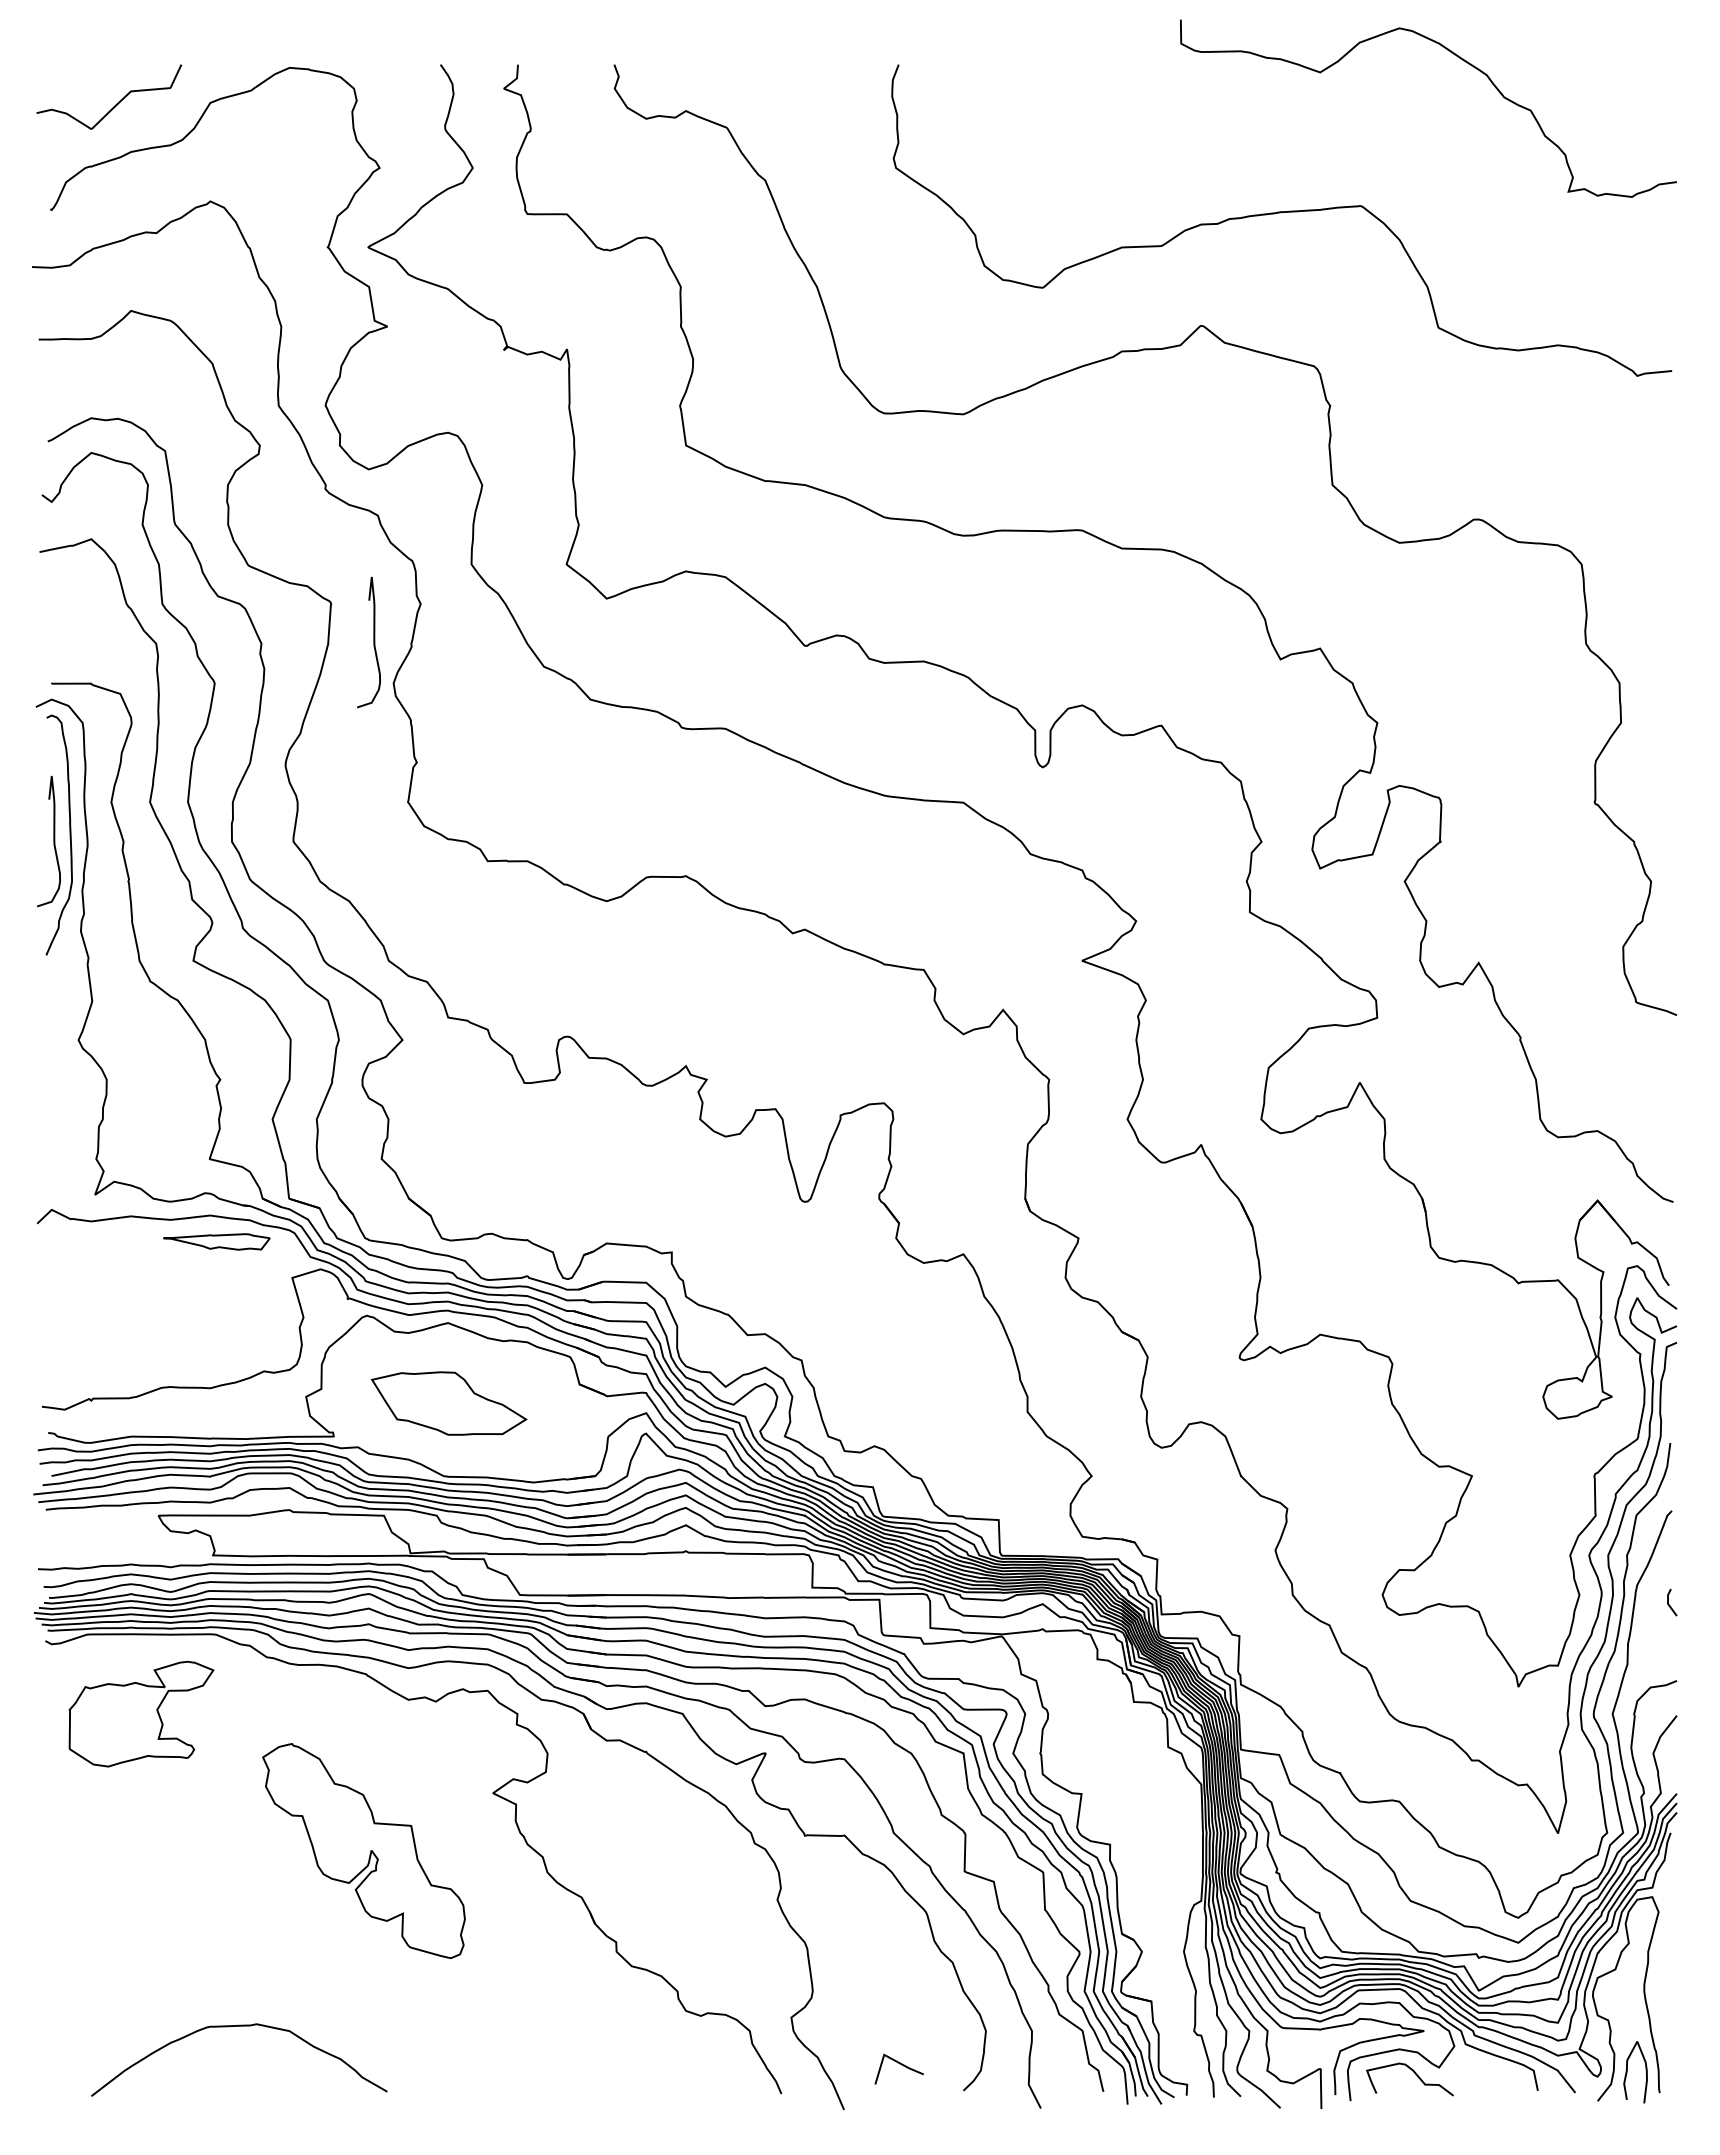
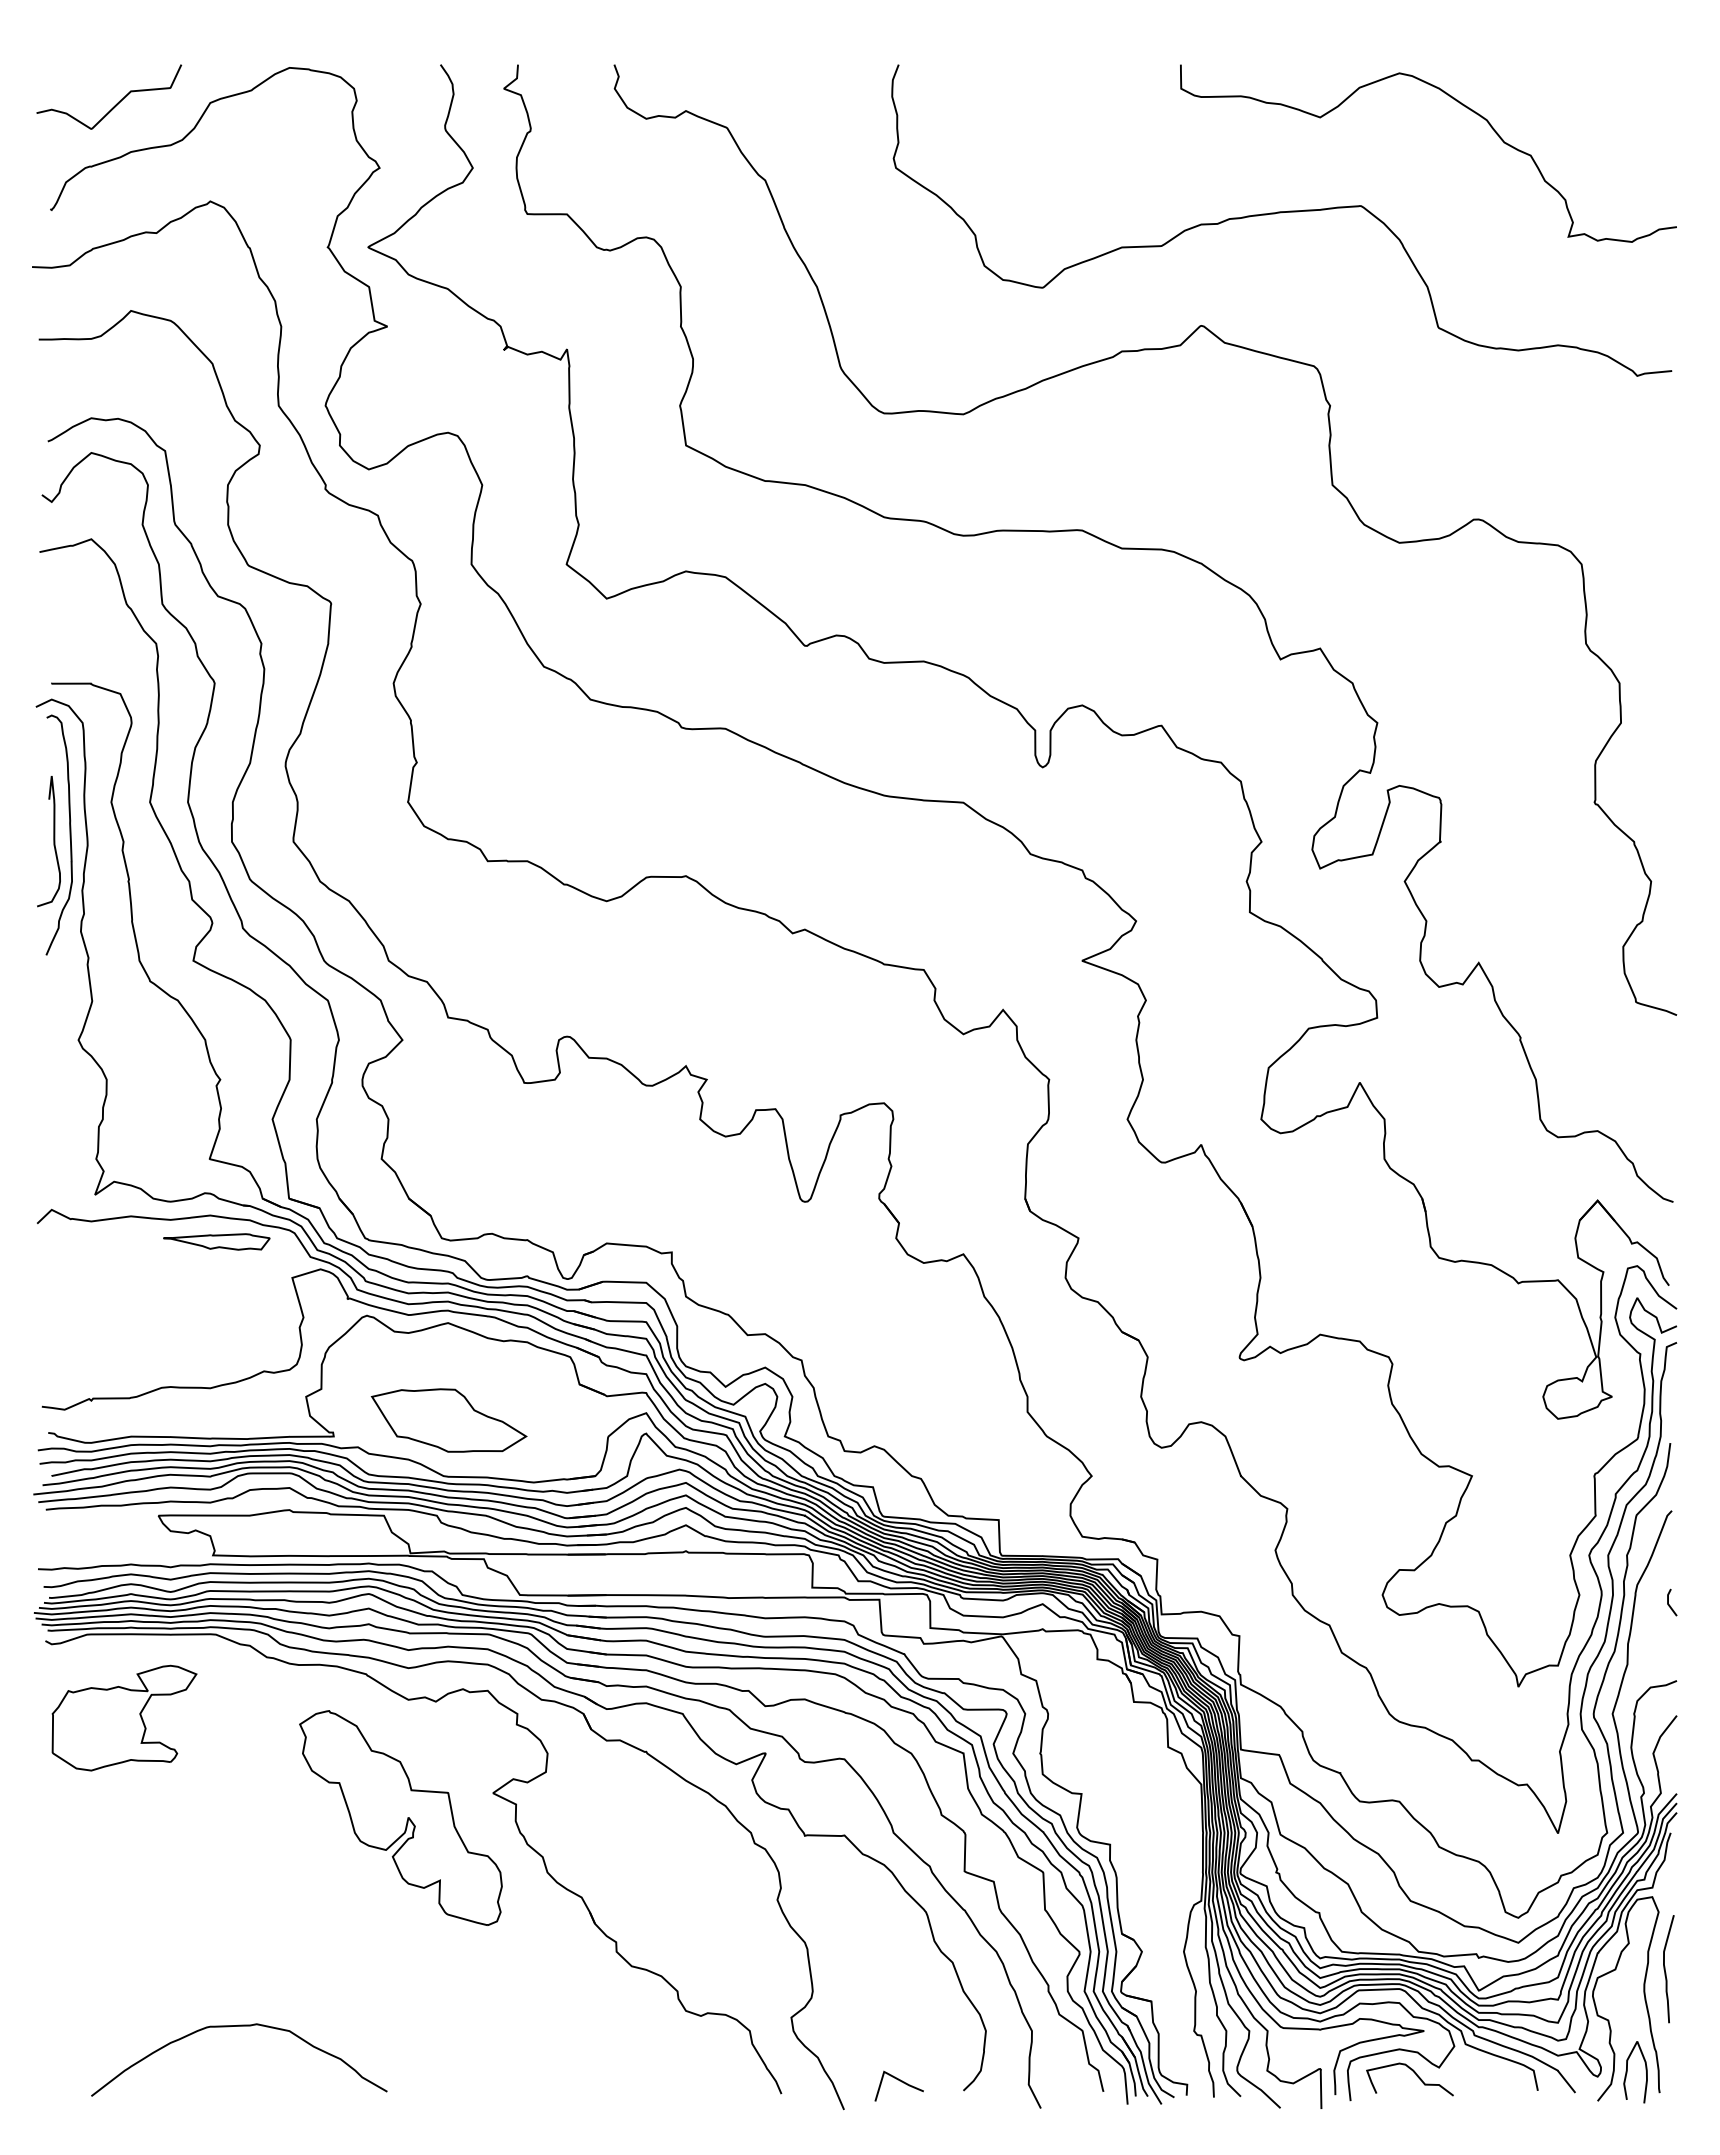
curve at (1460, 59) position: (1460, 59) -> (1460, 104)
curve at (373, 642): present -> none
part at (448, 1403) position: (448, 1403) -> (448, 1420)
part at (141, 1713) position: (141, 1713) -> (124, 1717)
part at (363, 1850) position: (363, 1850) -> (400, 1817)
curve at (1665, 1969): none -> present
line at (899, 2064) position: (899, 2064) -> (899, 2081)
